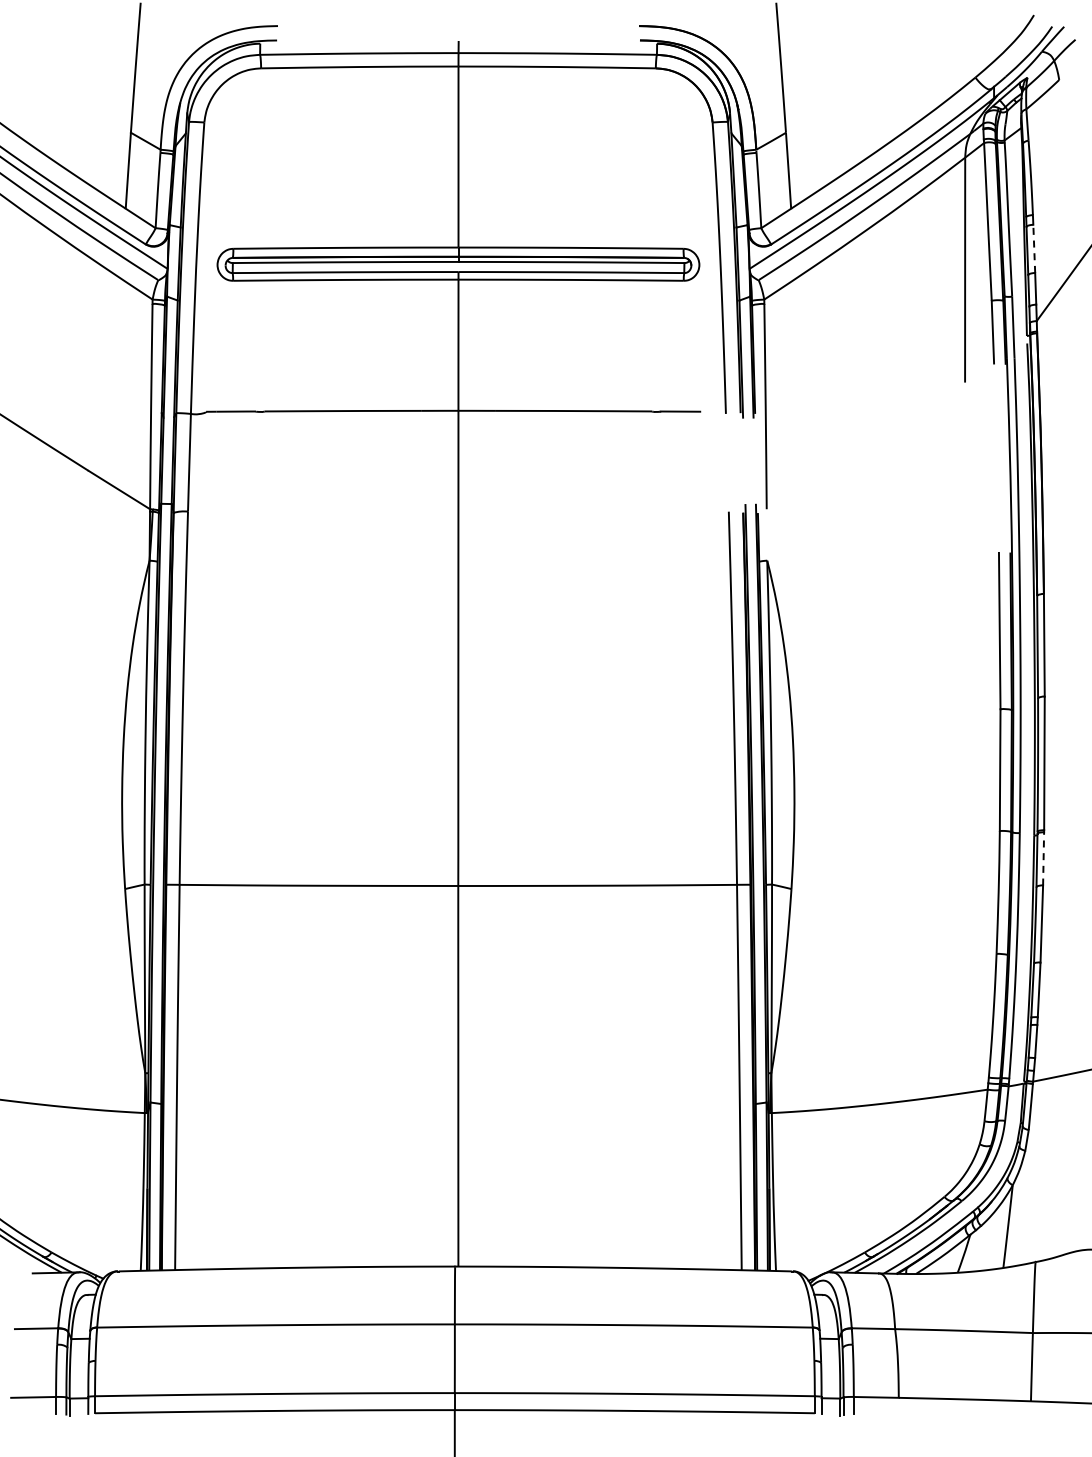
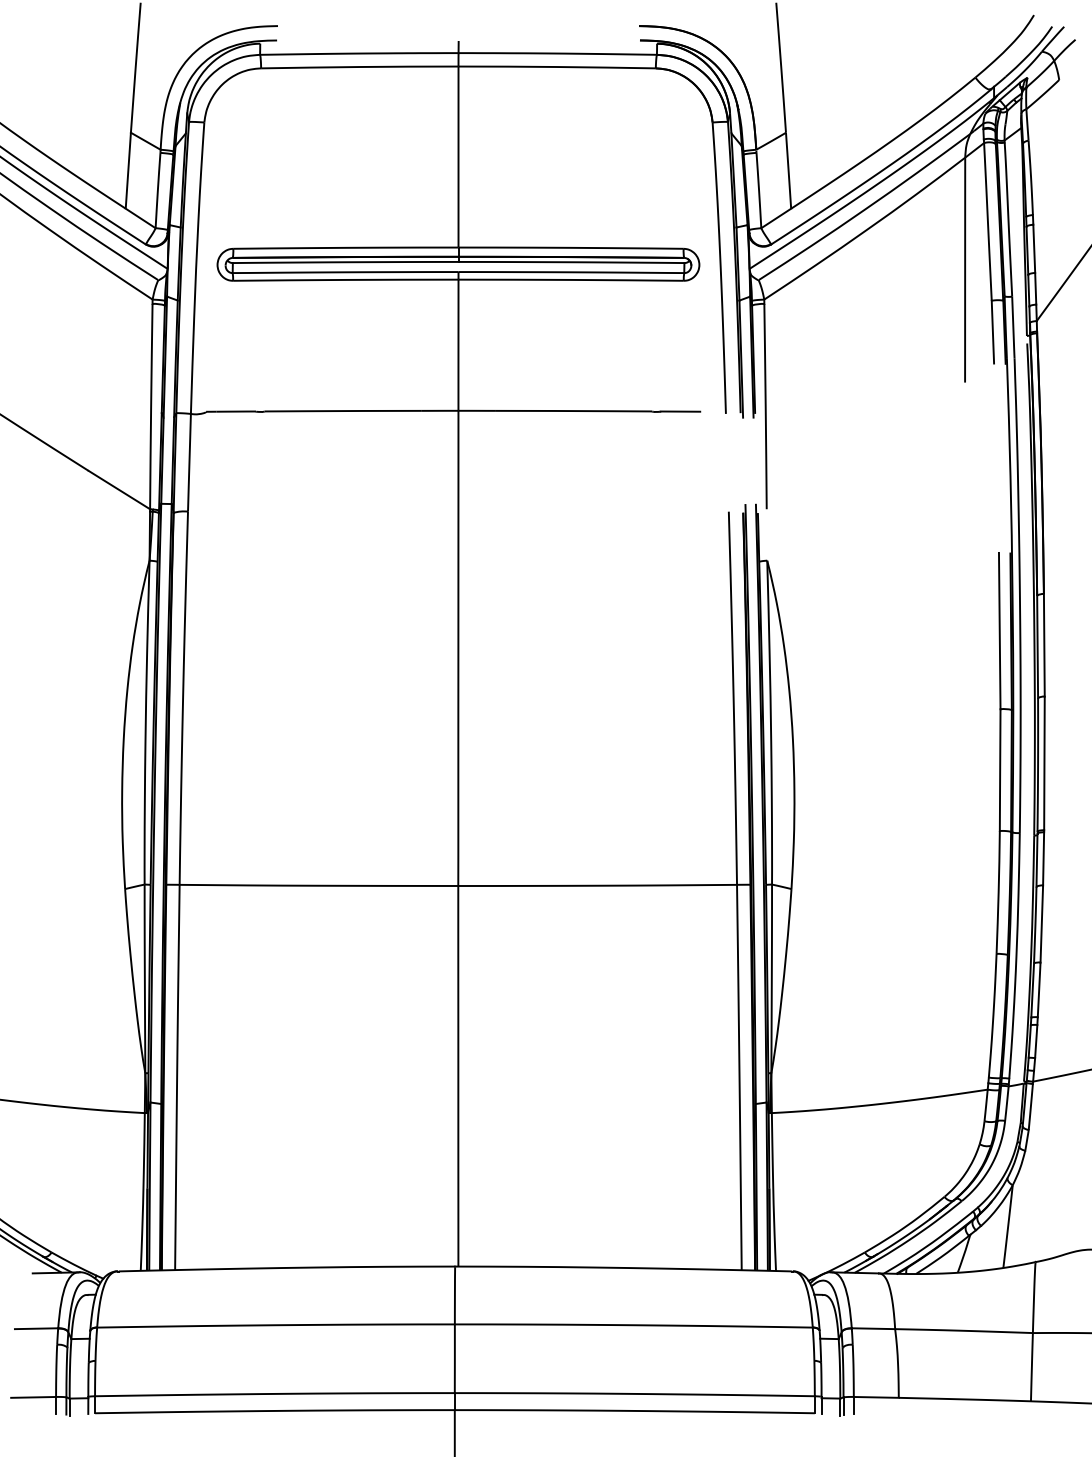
line at (1034, 248): dashed -> solid
line at (1043, 858): dashed -> solid
